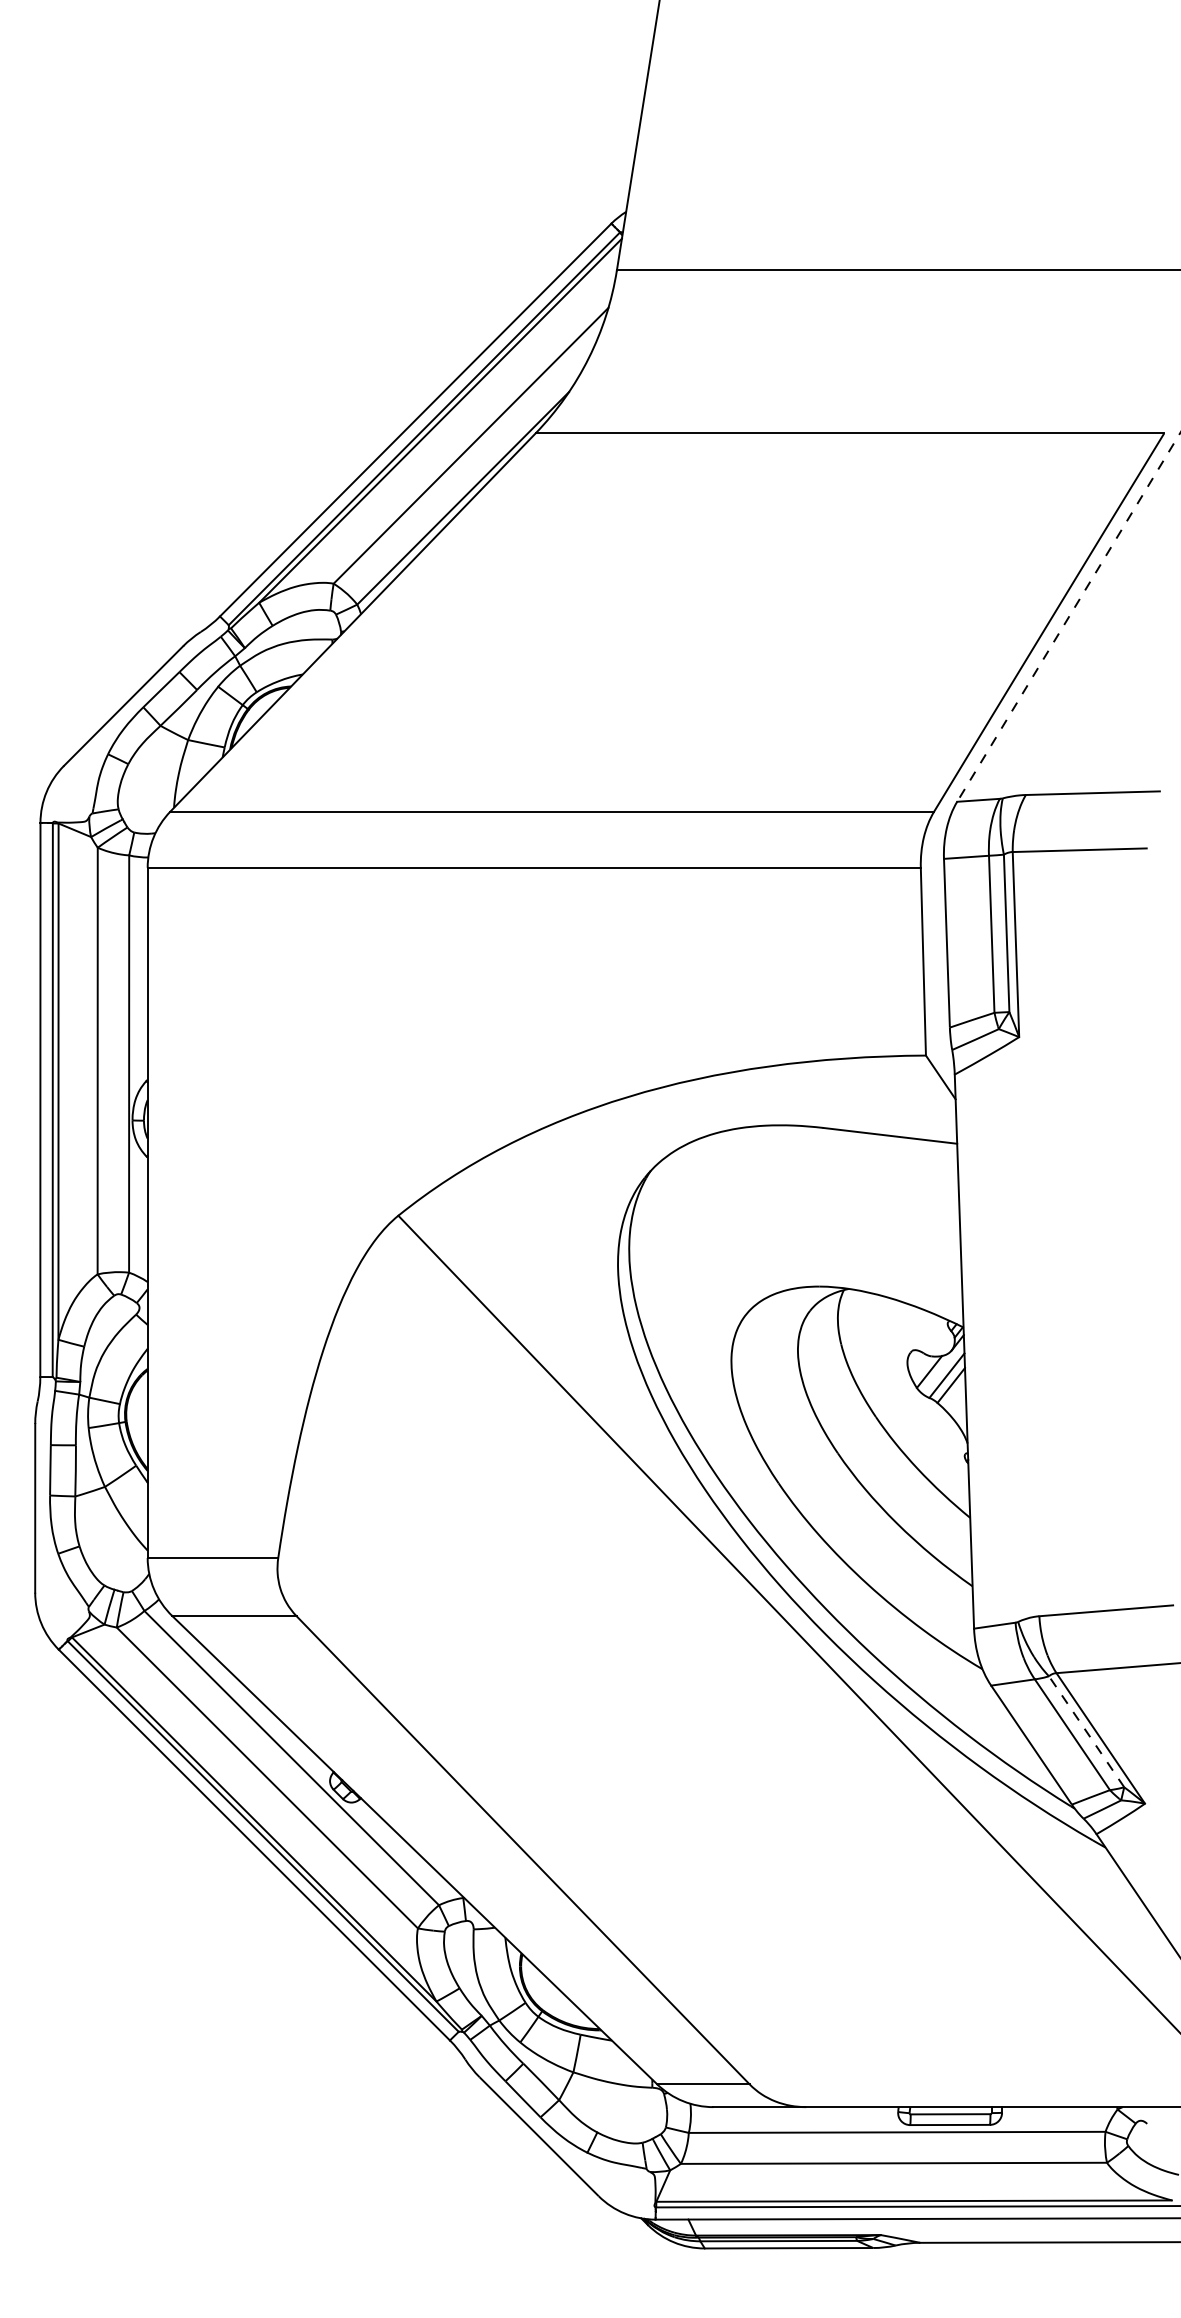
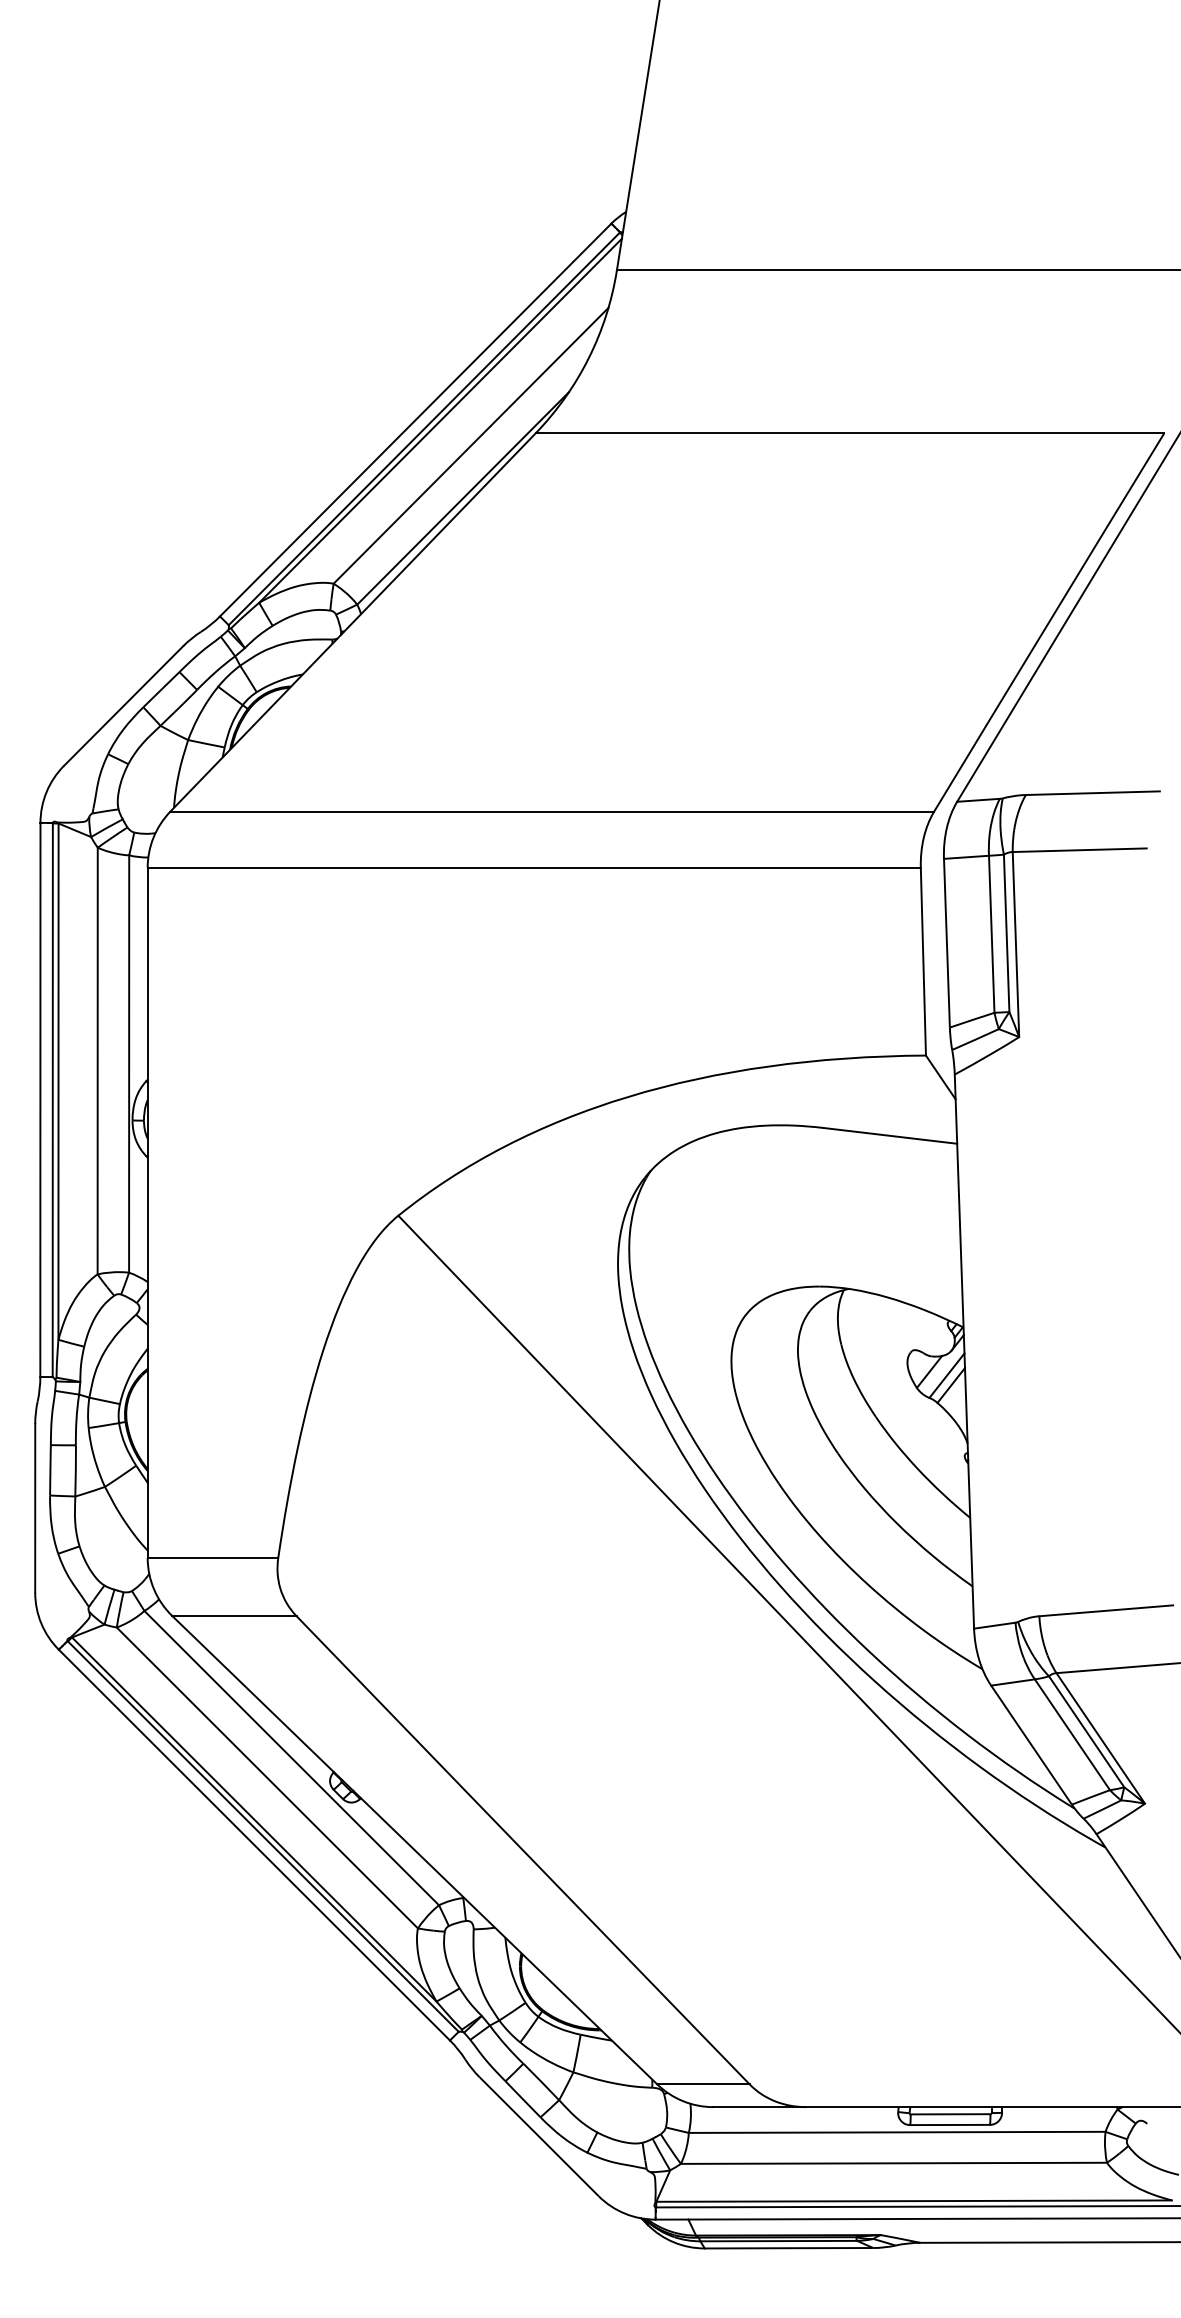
line at (1068, 617): dashed -> solid
line at (1086, 1731): dashed -> solid
